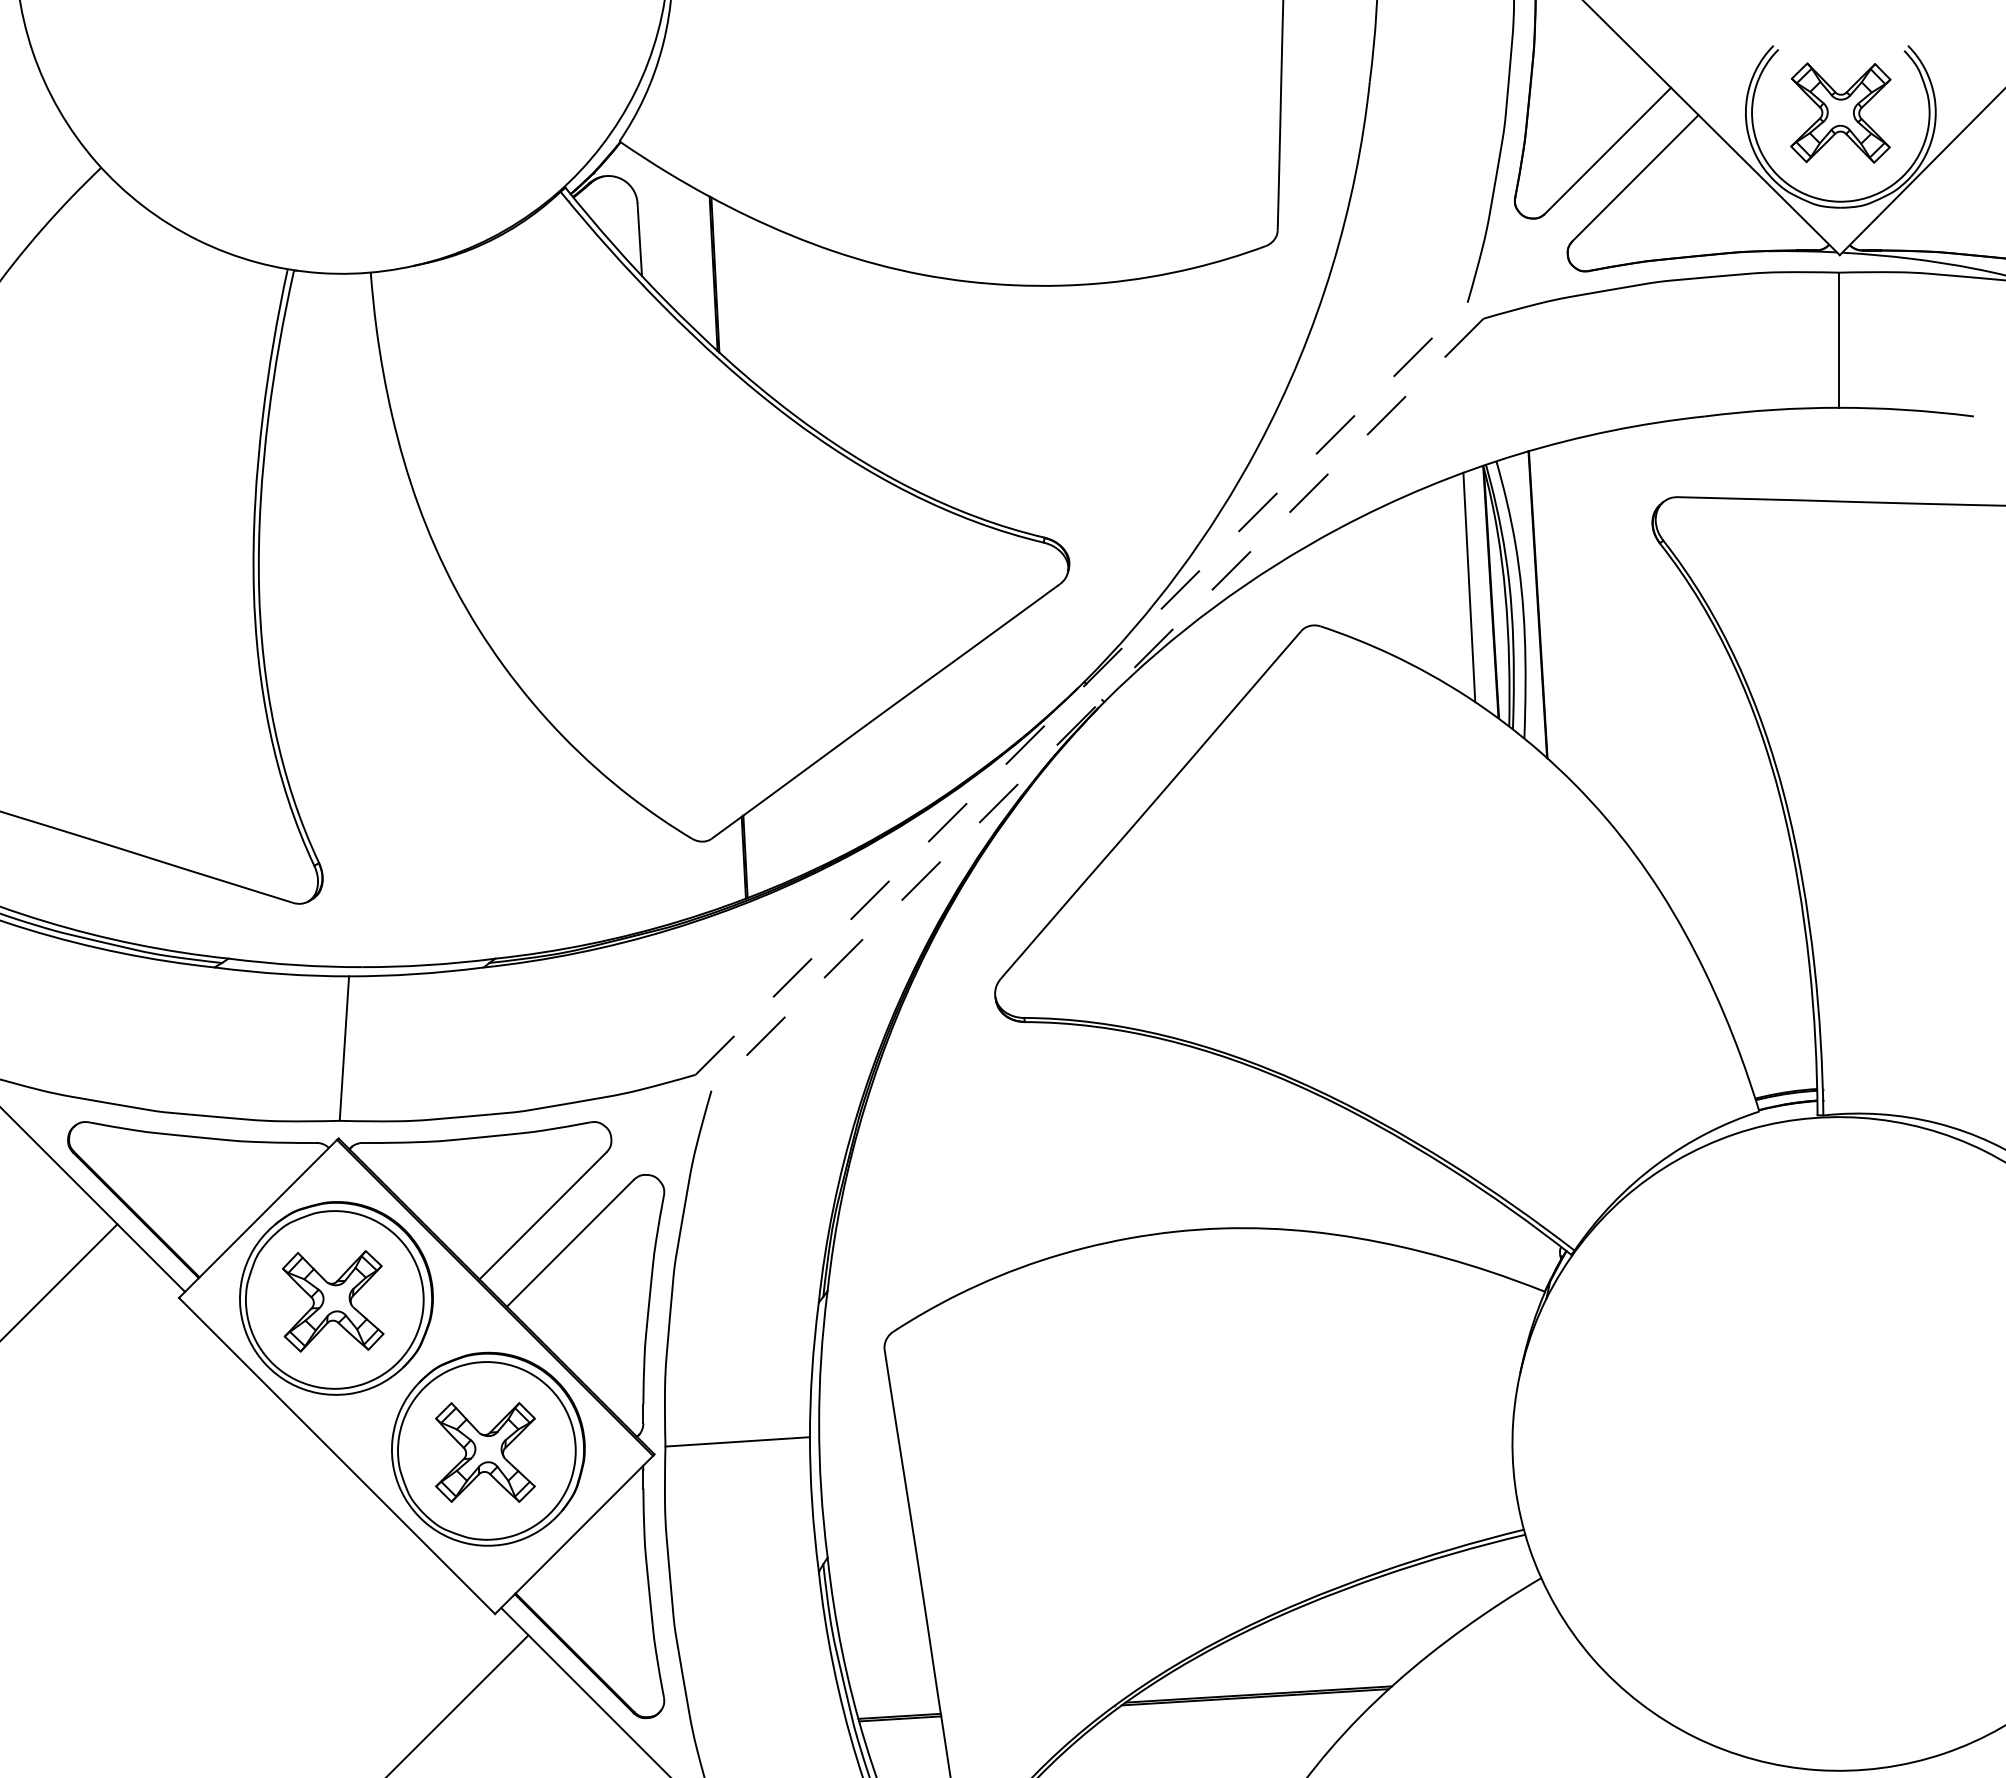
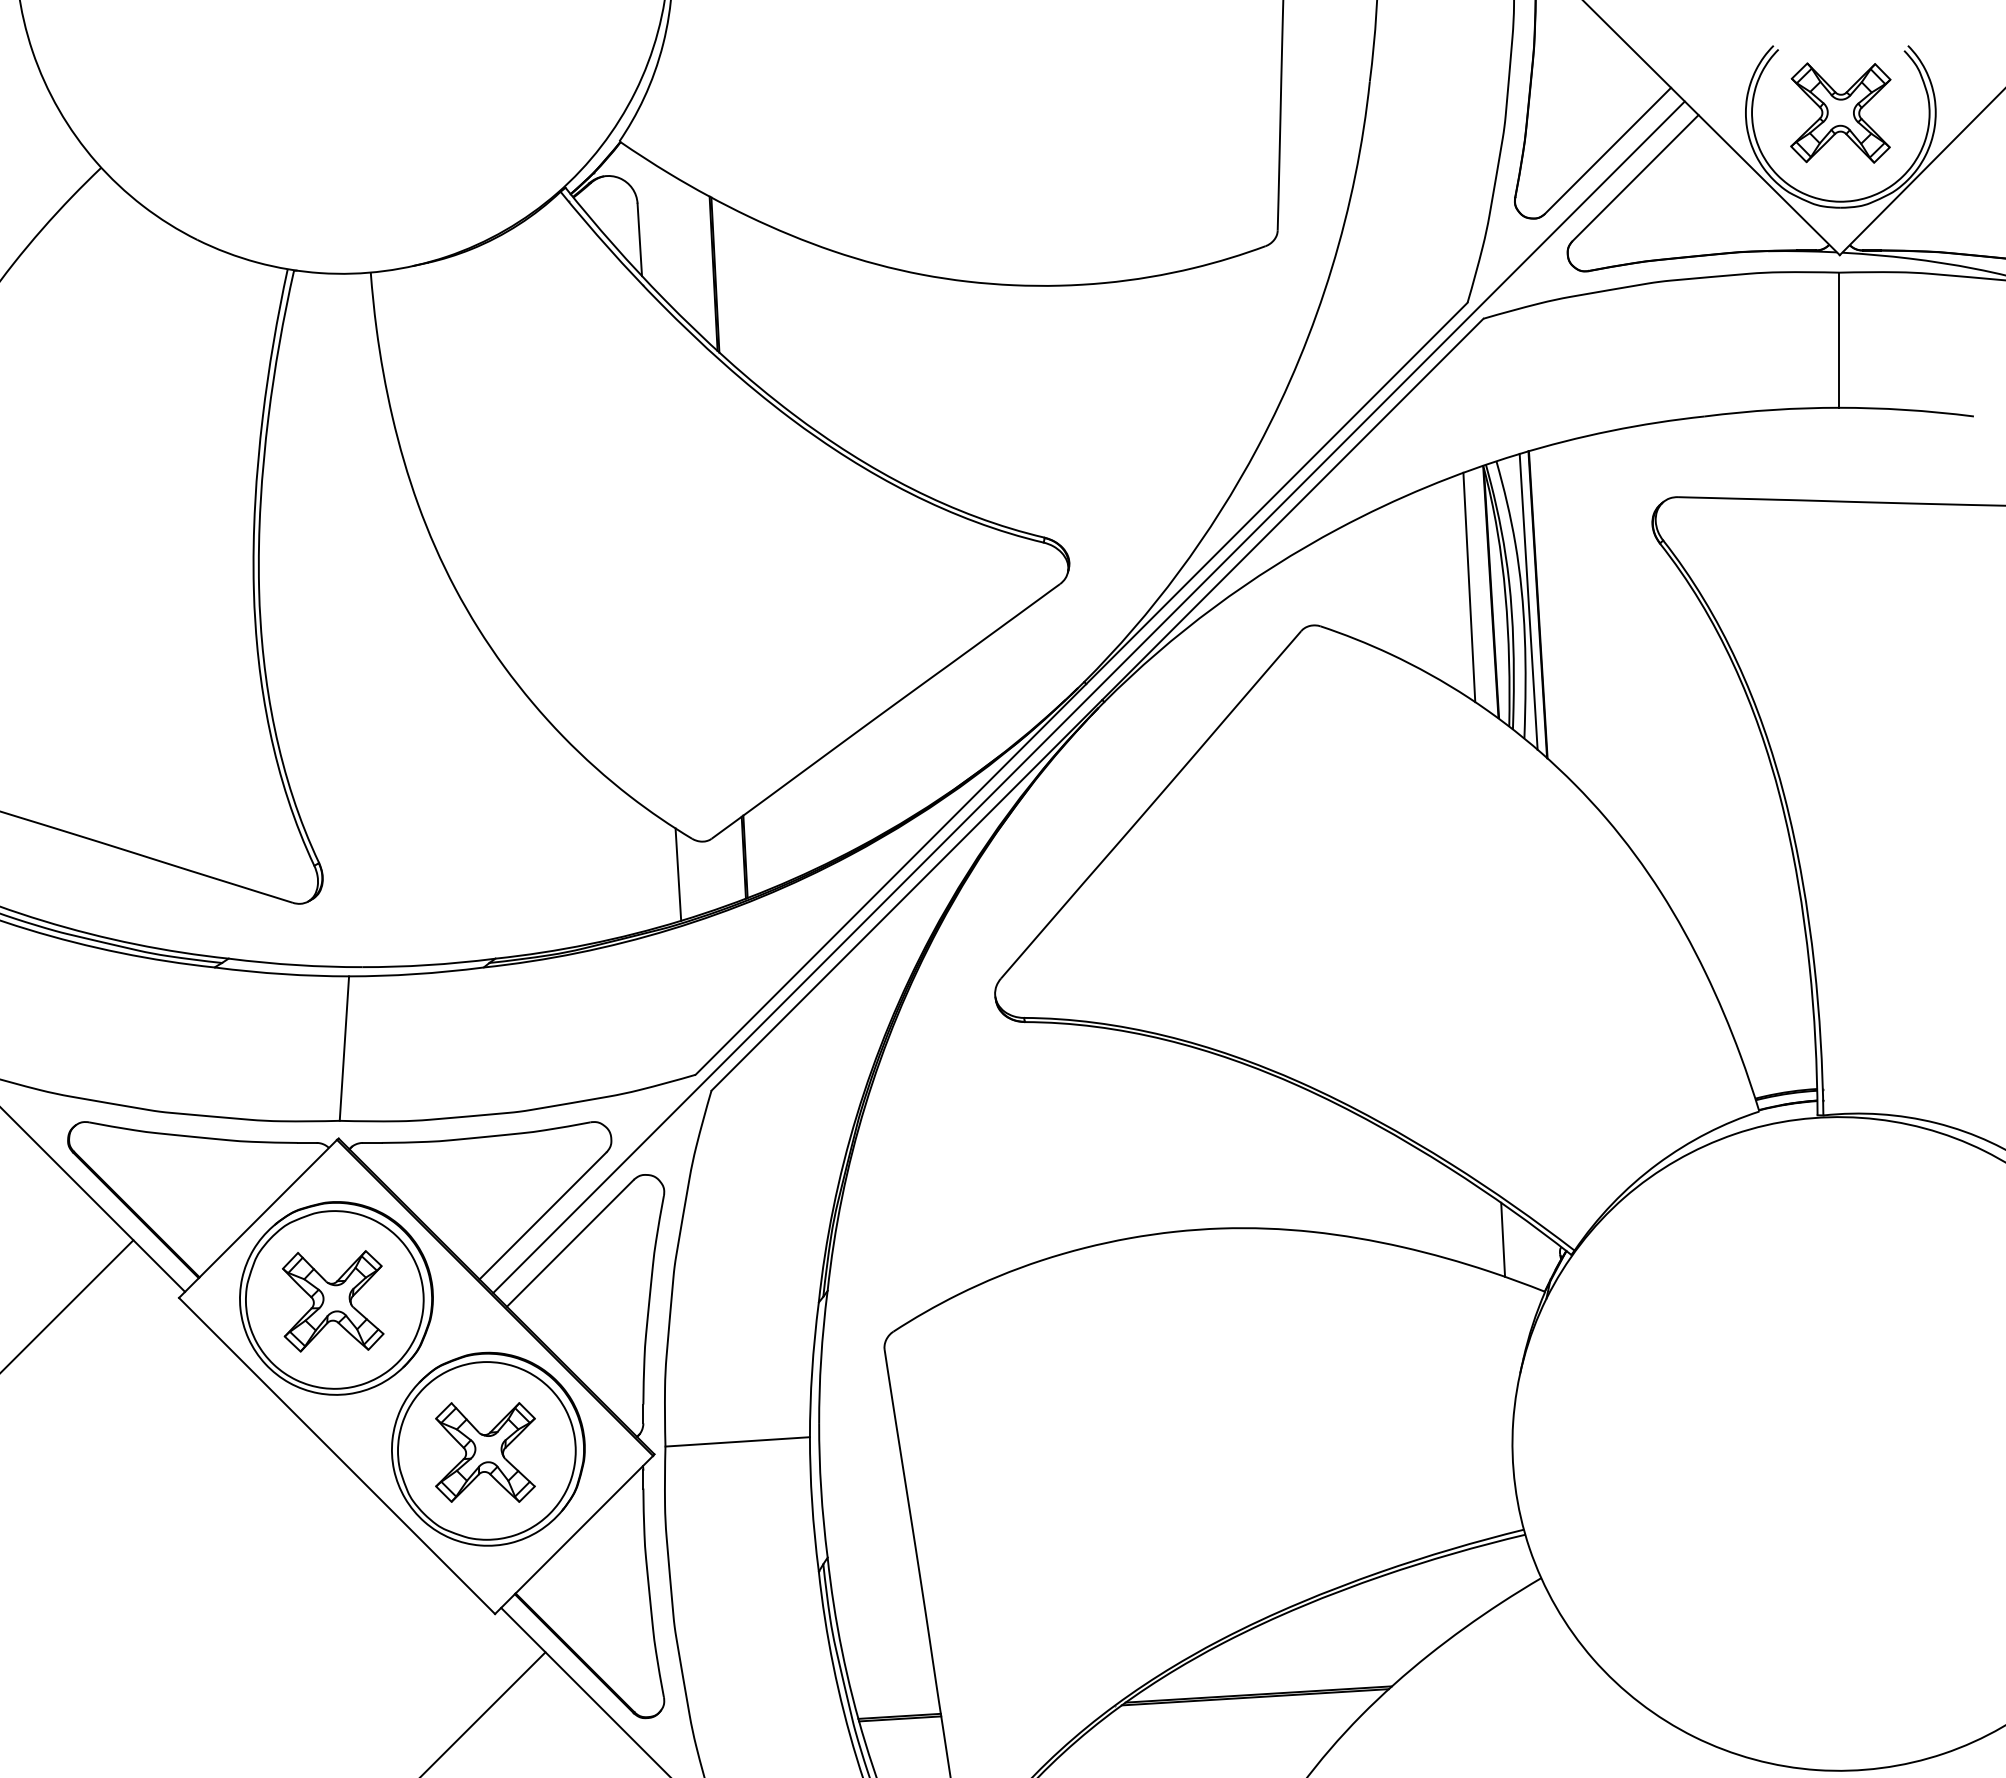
line at (1528, 601): none -> present
line at (1081, 688): dashed -> solid
line at (1088, 697): none -> present
line at (1097, 704): dashed -> solid
line at (678, 874): none -> present
line at (1503, 1239): none -> present
line at (59, 1281) position: (59, 1281) -> (67, 1305)
line at (458, 1704) position: (458, 1704) -> (484, 1713)
